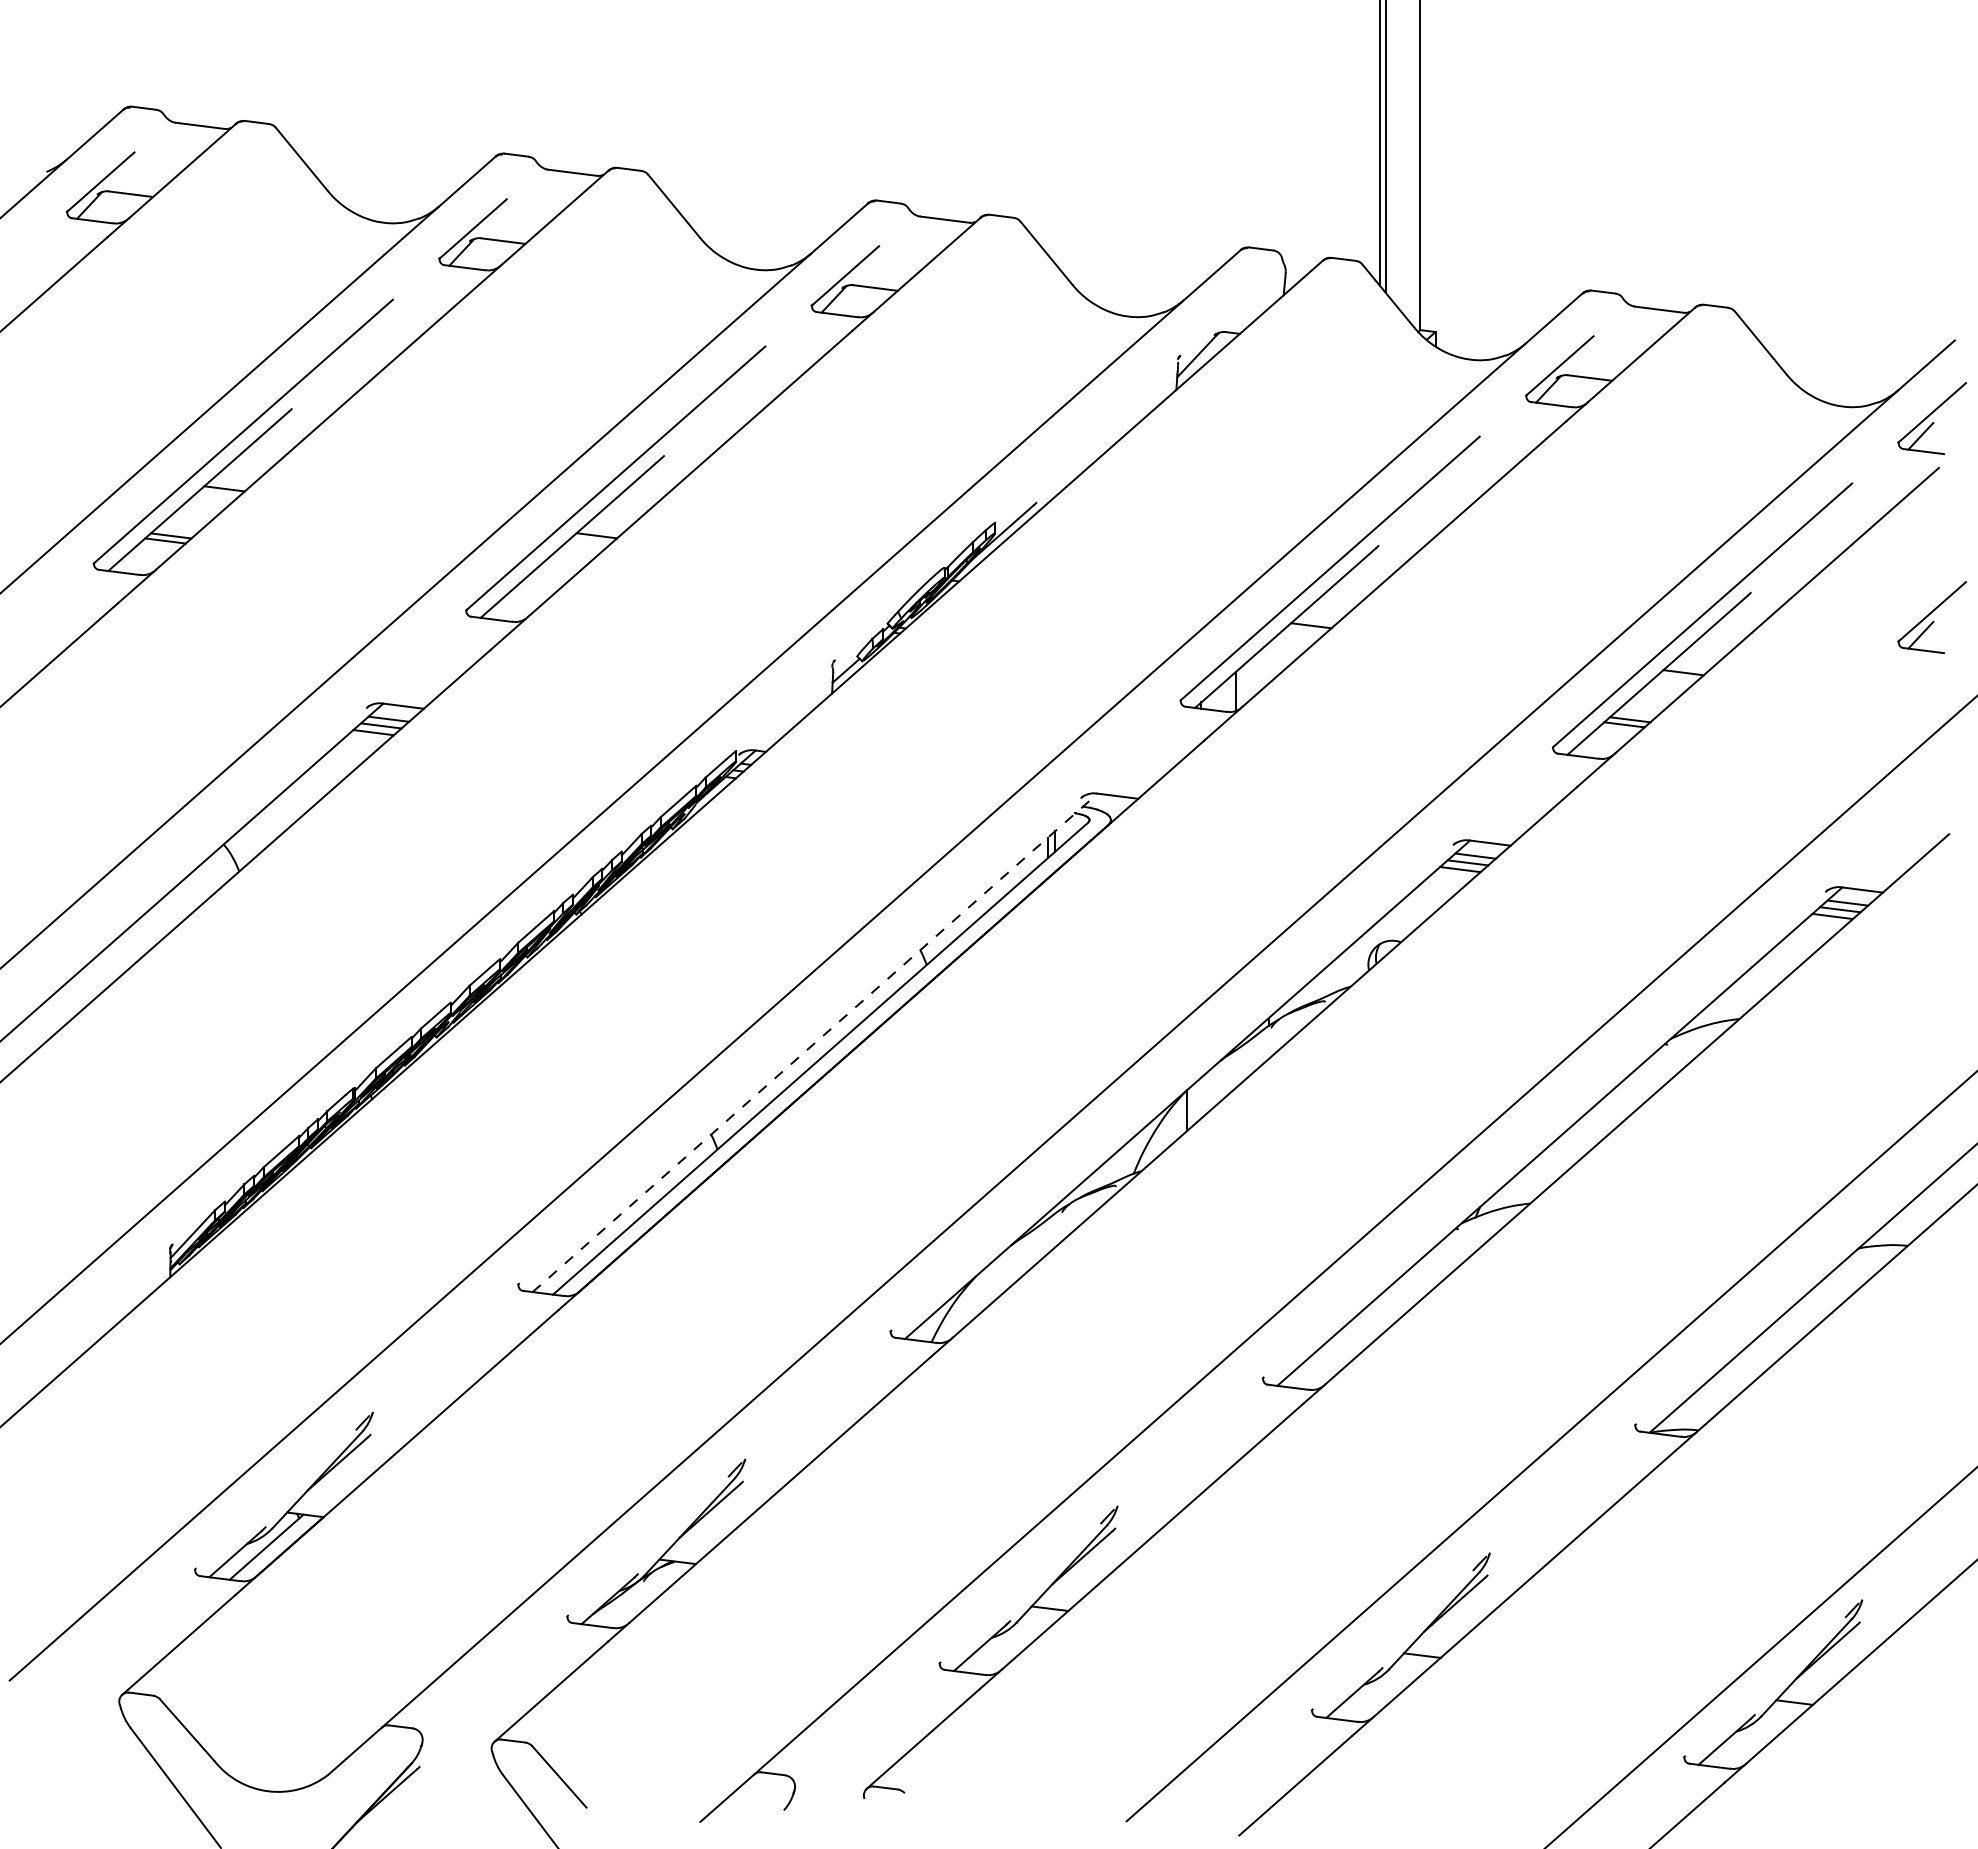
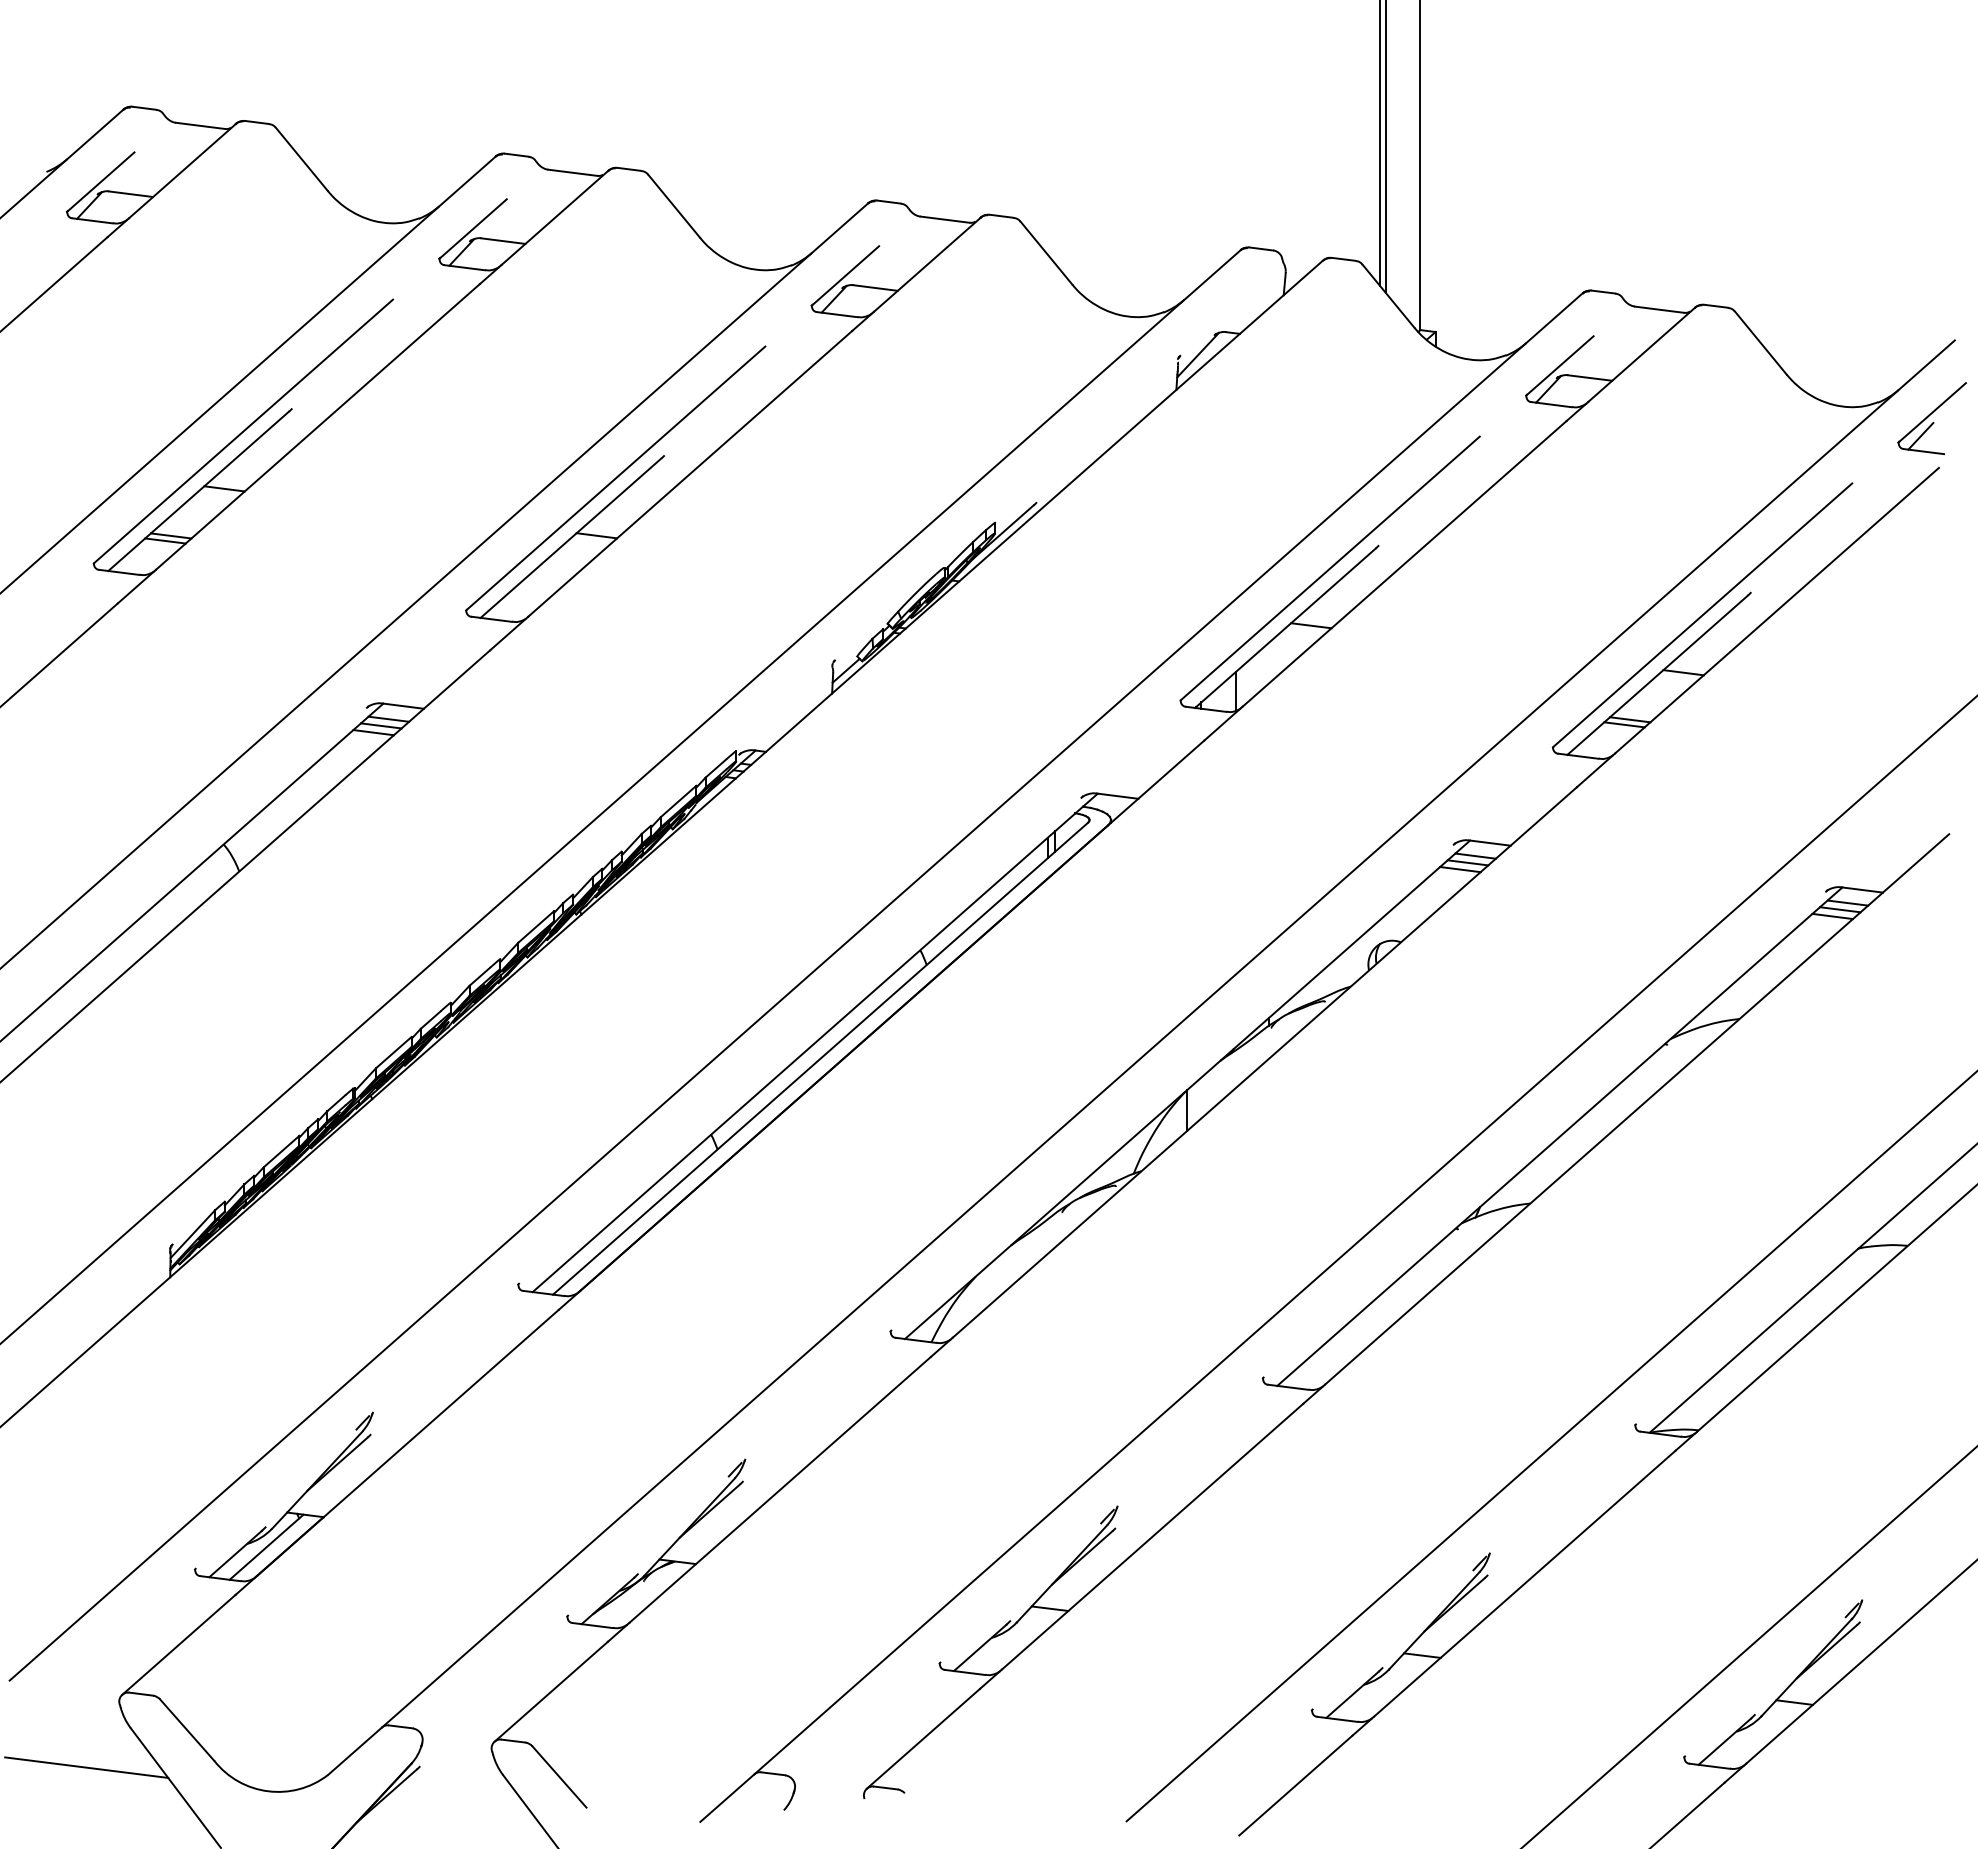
part at (1931, 617): present -> none
line at (815, 1042): dashed -> solid
line at (1760, 1657) position: (1760, 1657) -> (1749, 1646)
line at (86, 1767): none -> present
